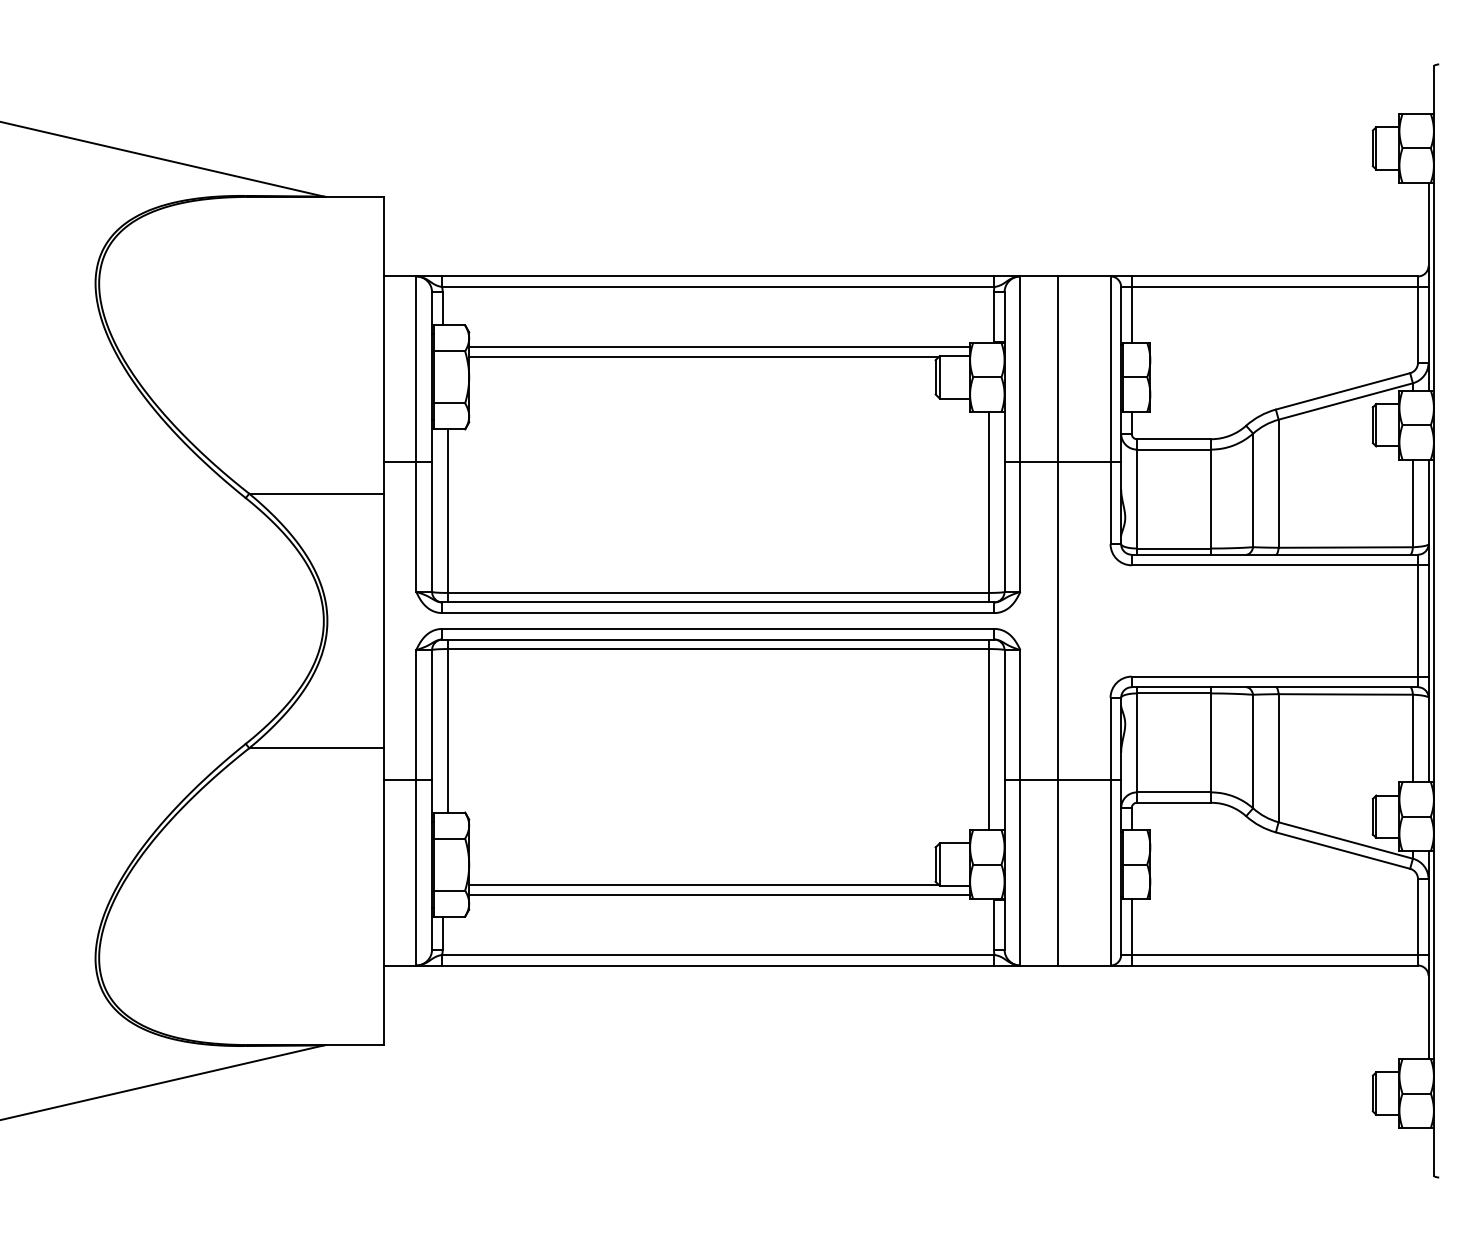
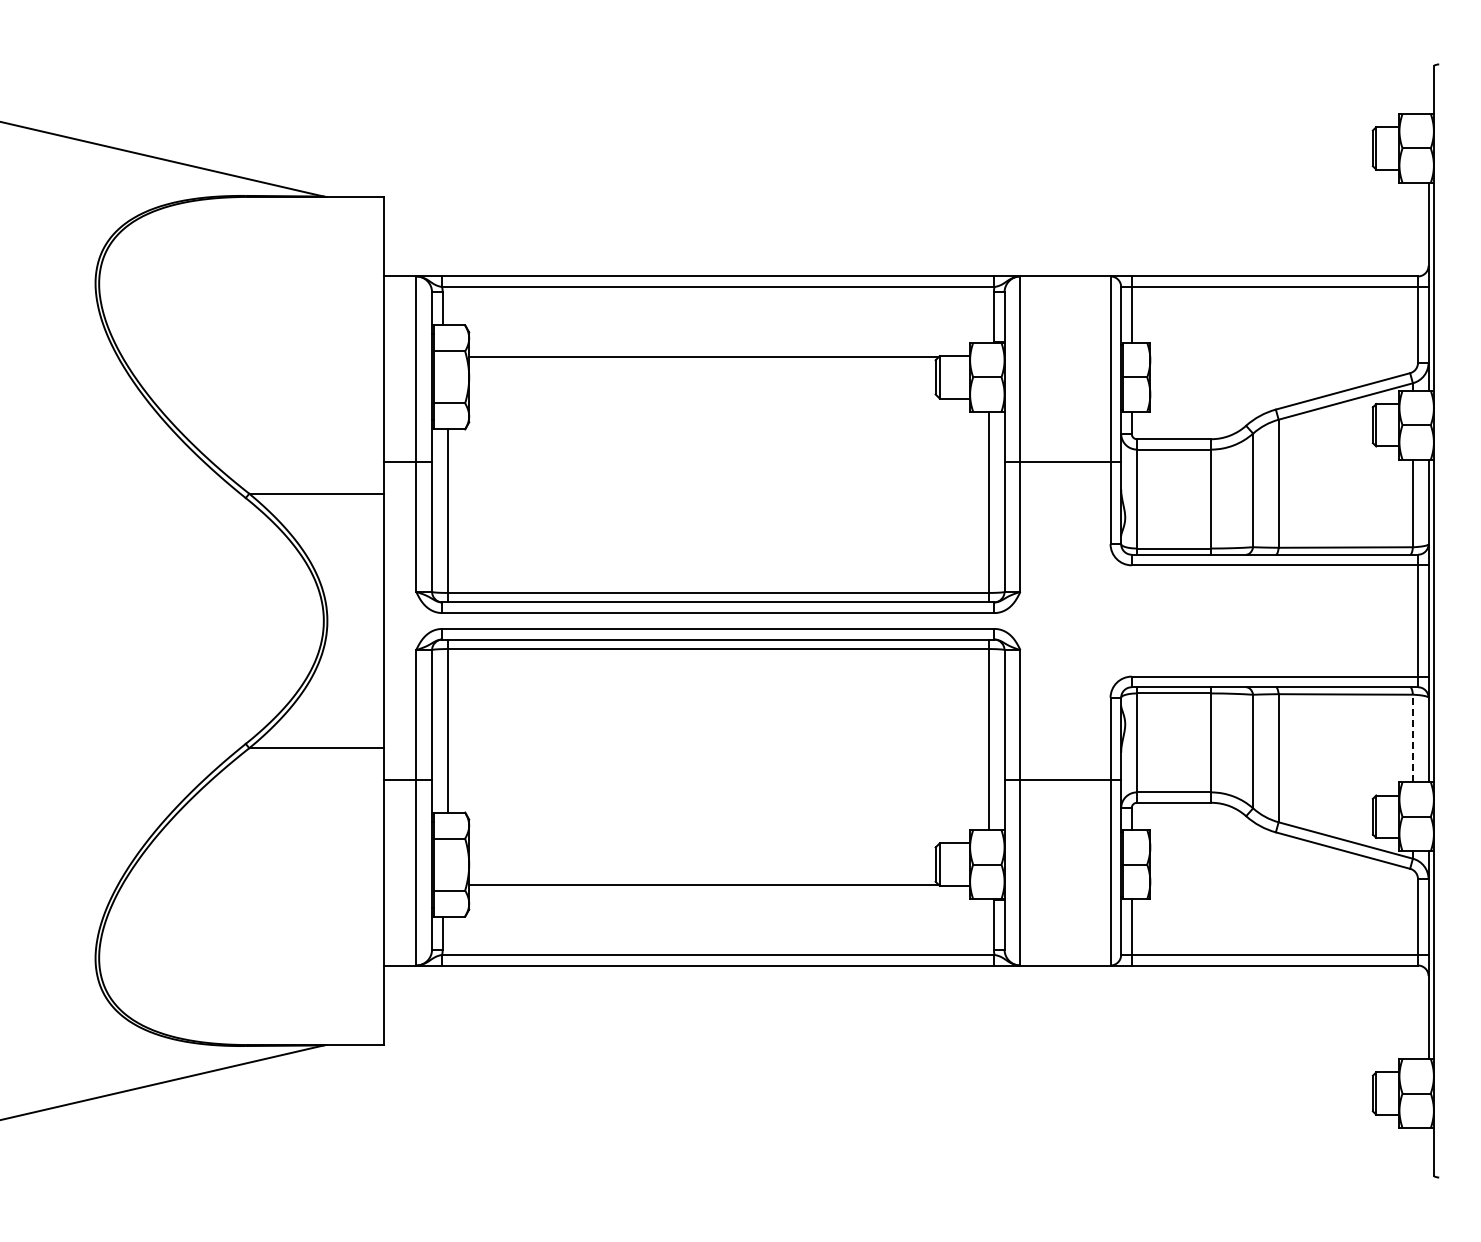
line at (719, 346): present -> none
line at (1057, 620): present -> none
line at (1412, 738): solid -> dashed
line at (719, 895): present -> none
